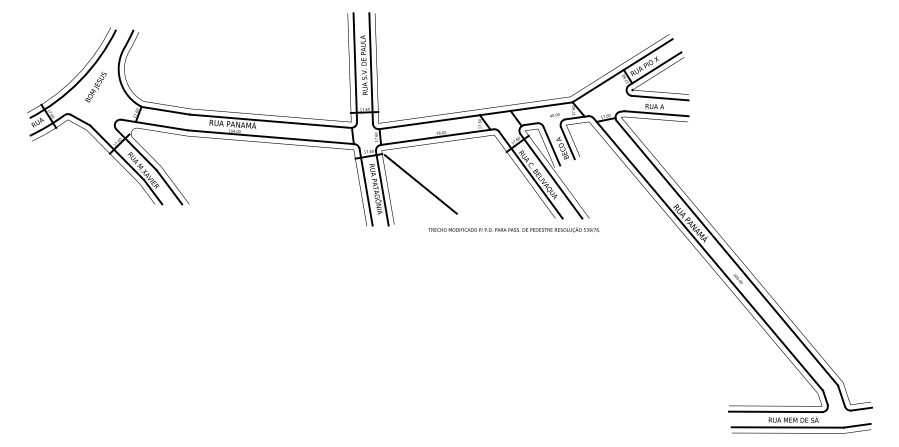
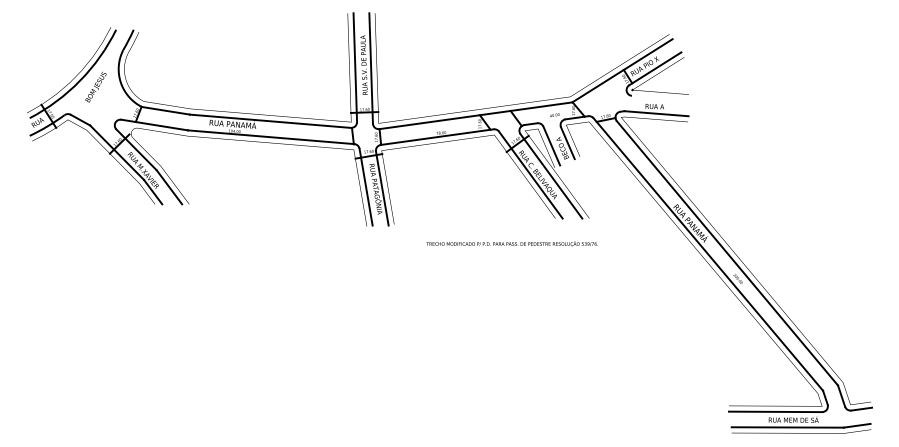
line at (659, 97): present -> none
line at (420, 184): present -> none
text at (513, 229) position: (513, 229) -> (511, 243)
